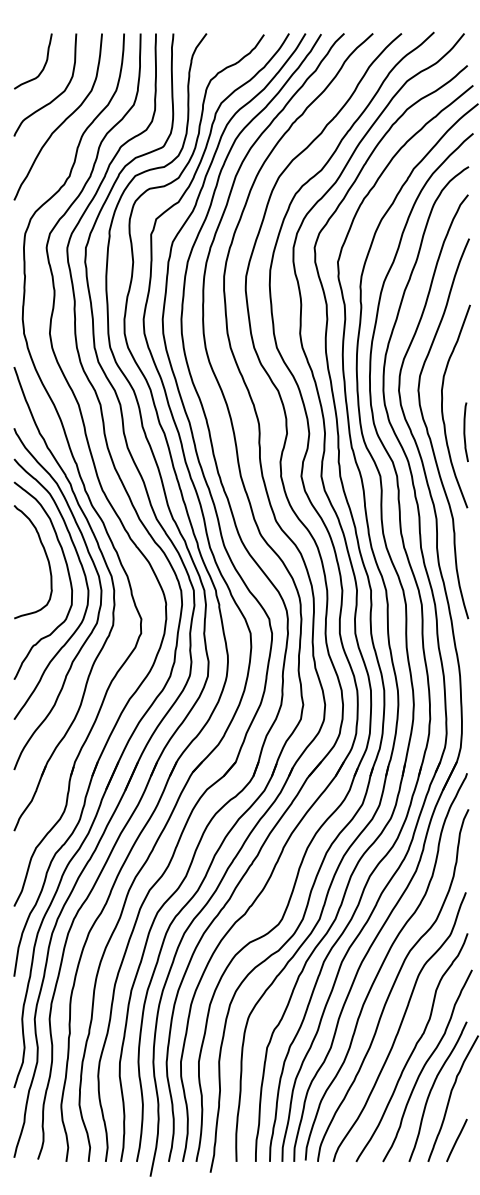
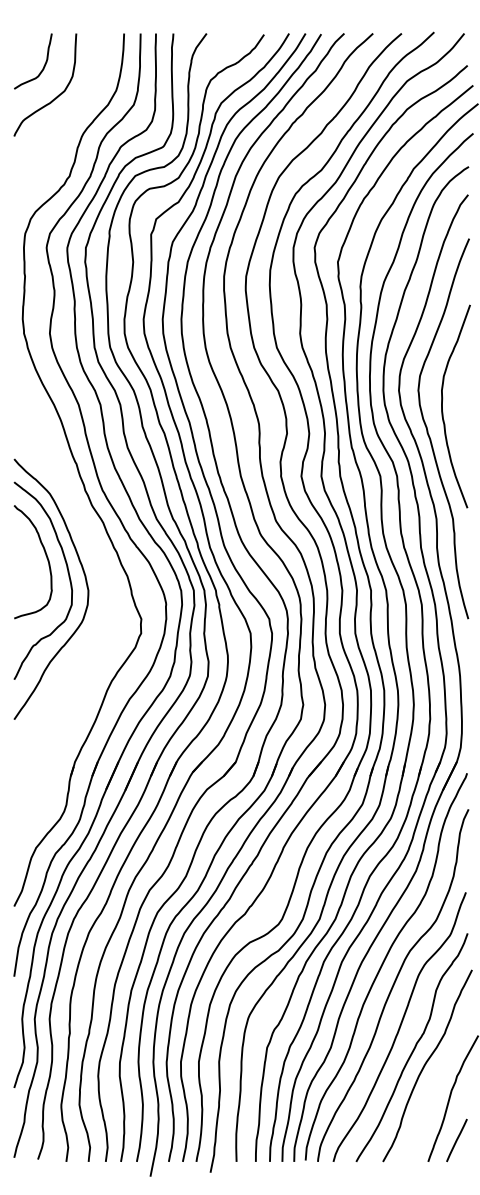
curve at (62, 121): present -> none
curve at (465, 431): present -> none
part at (98, 609): present -> none
curve at (432, 1089): present -> none
